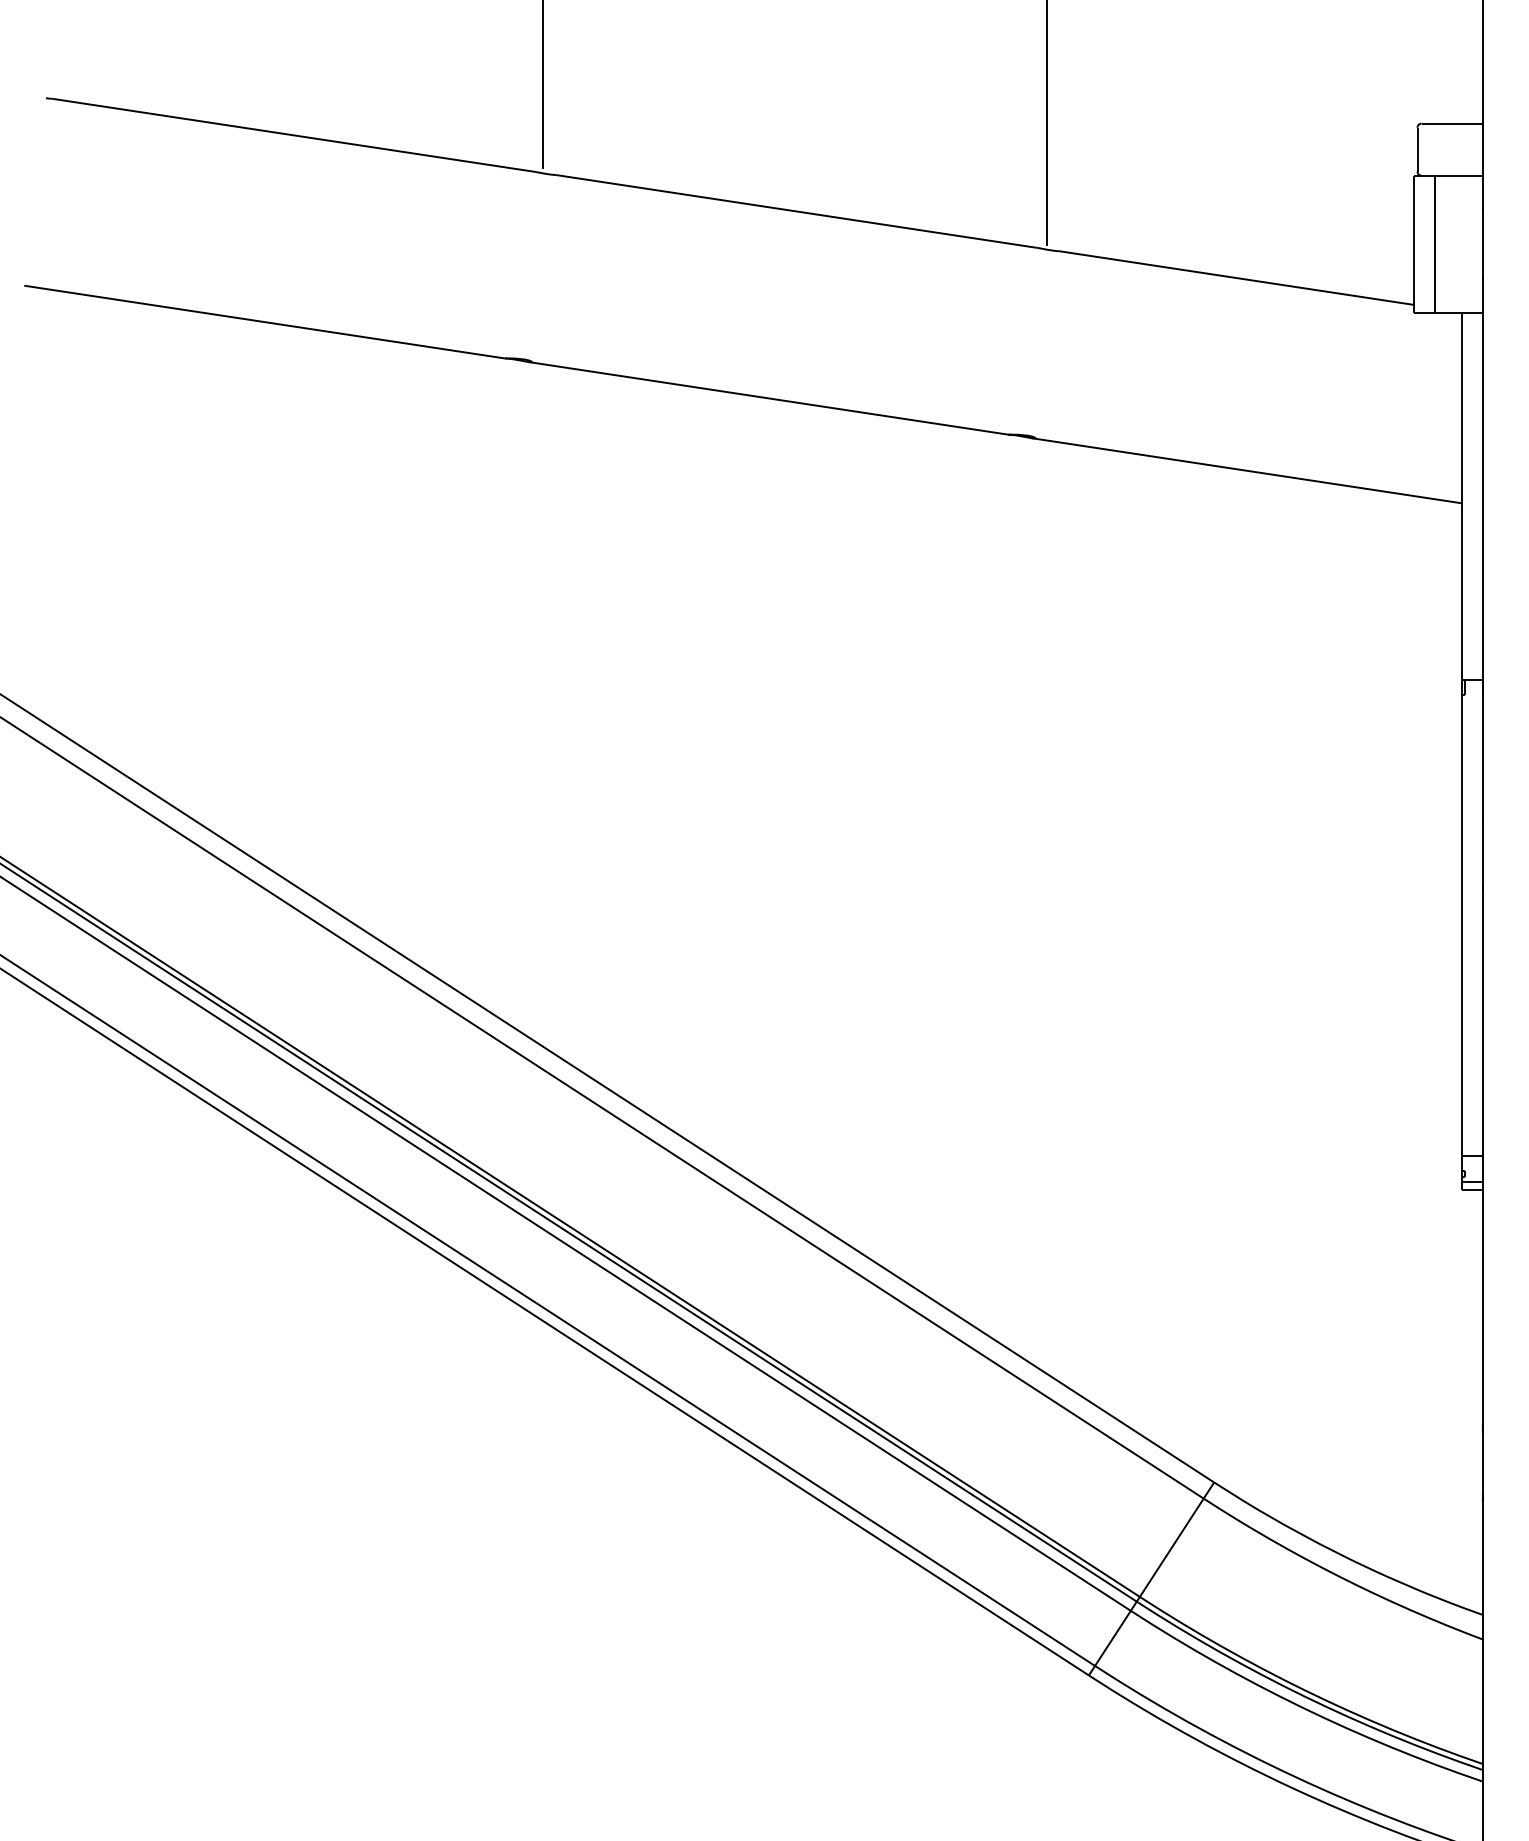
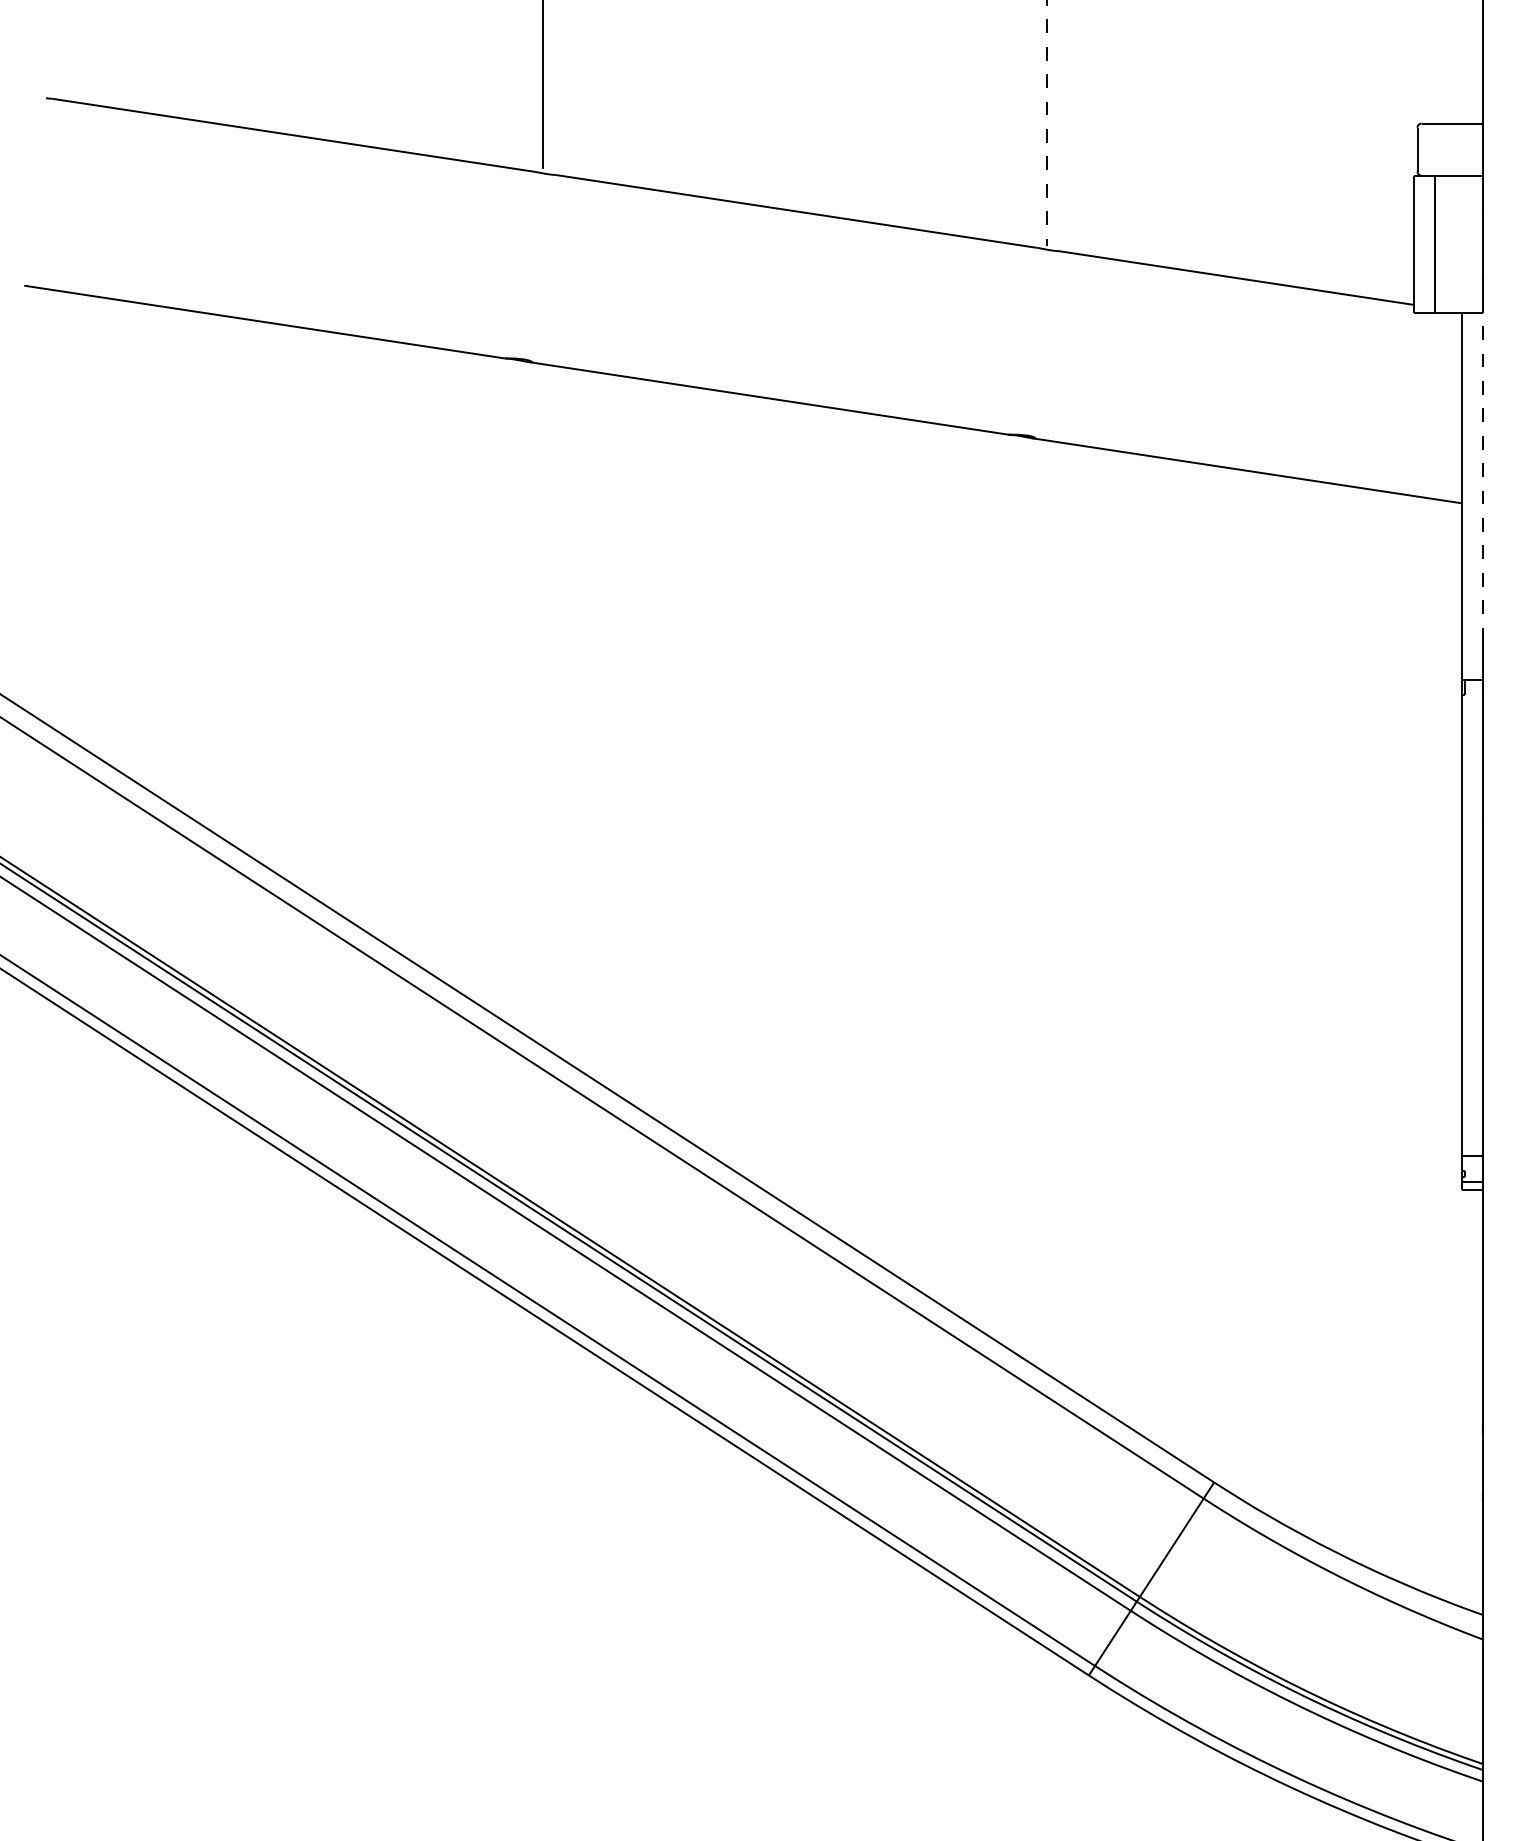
line at (1046, 123): solid -> dashed
line at (1482, 476): solid -> dashed
